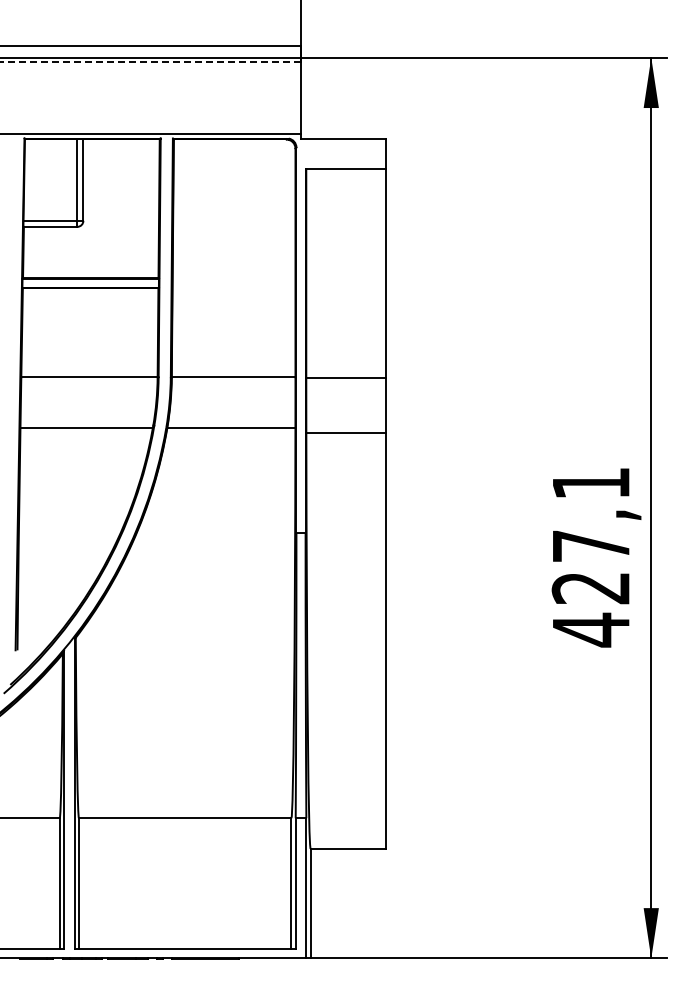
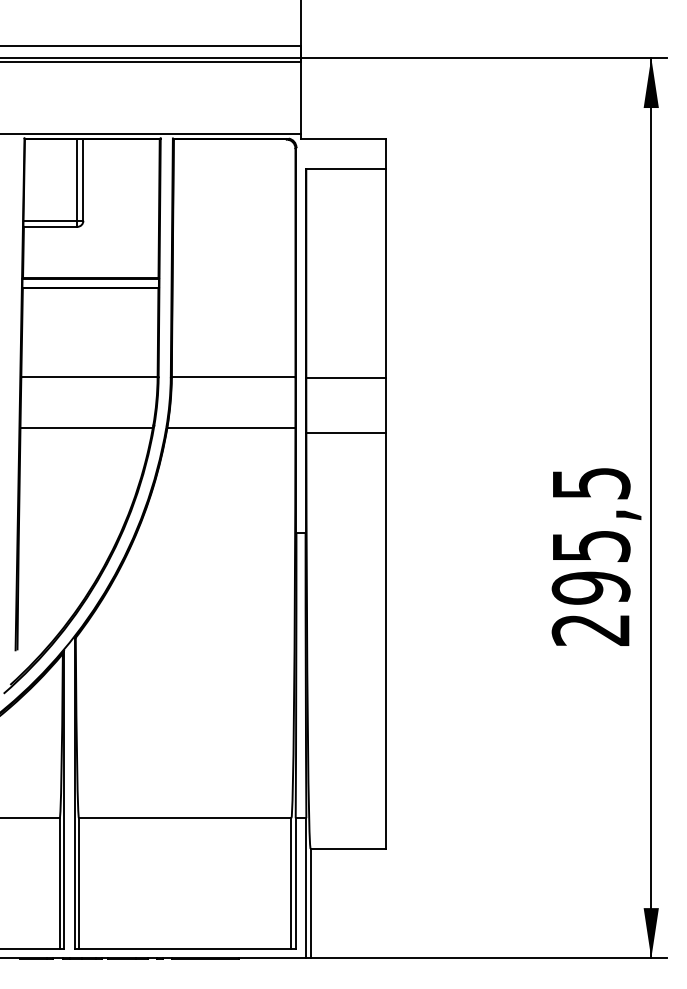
line at (150, 62): dashed -> solid
text at (590, 557): 427,1 -> 295,5
